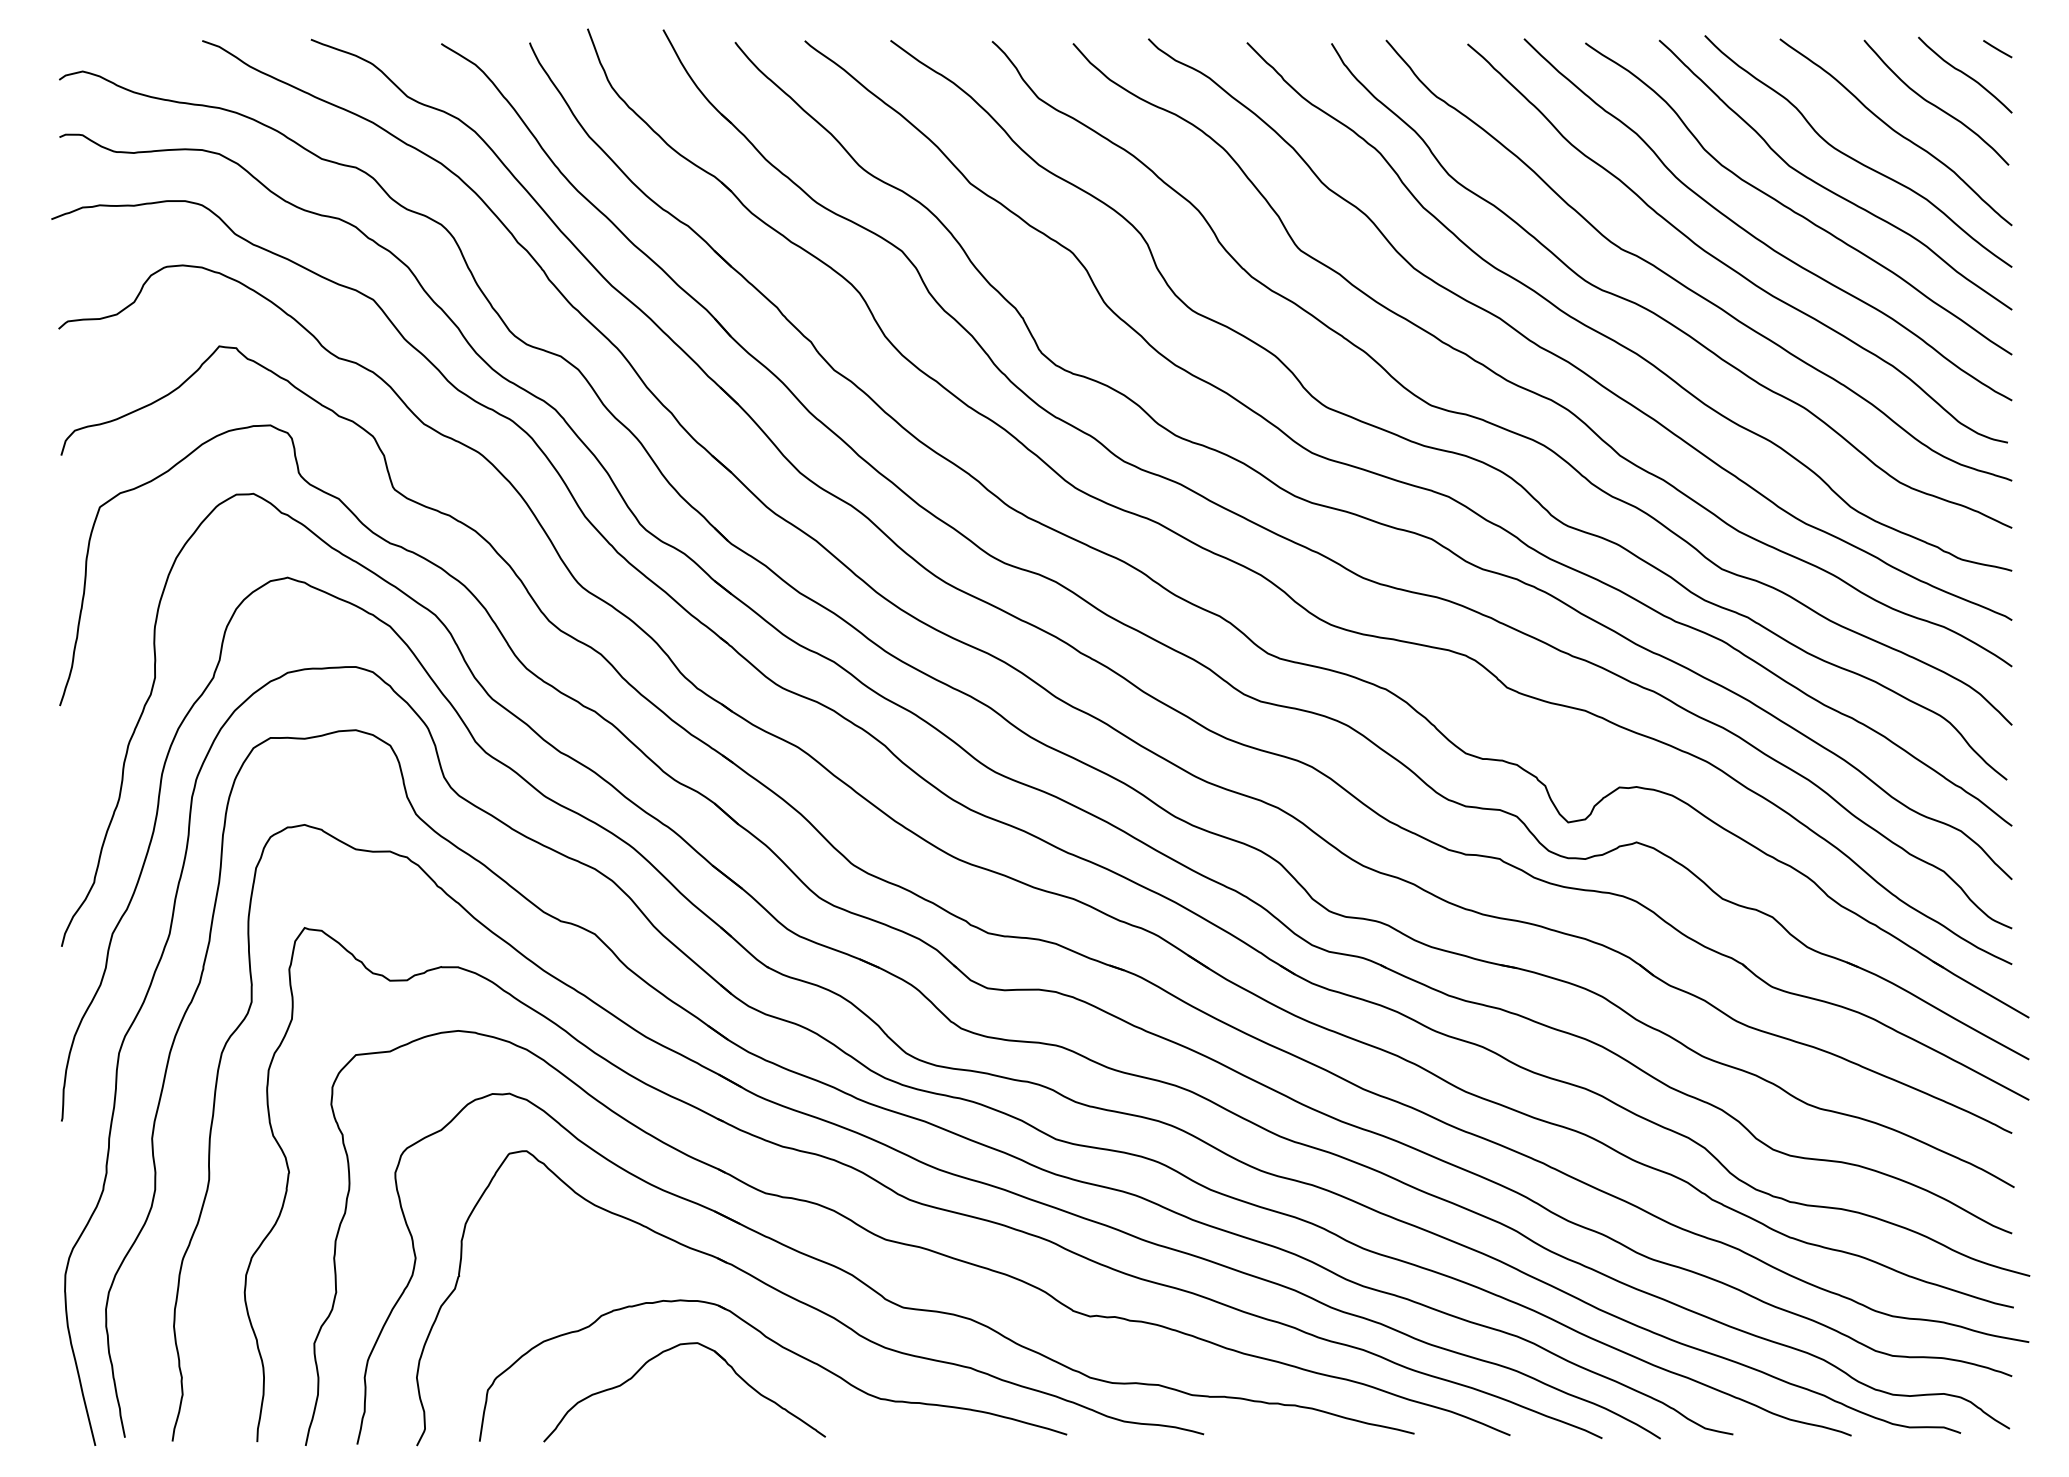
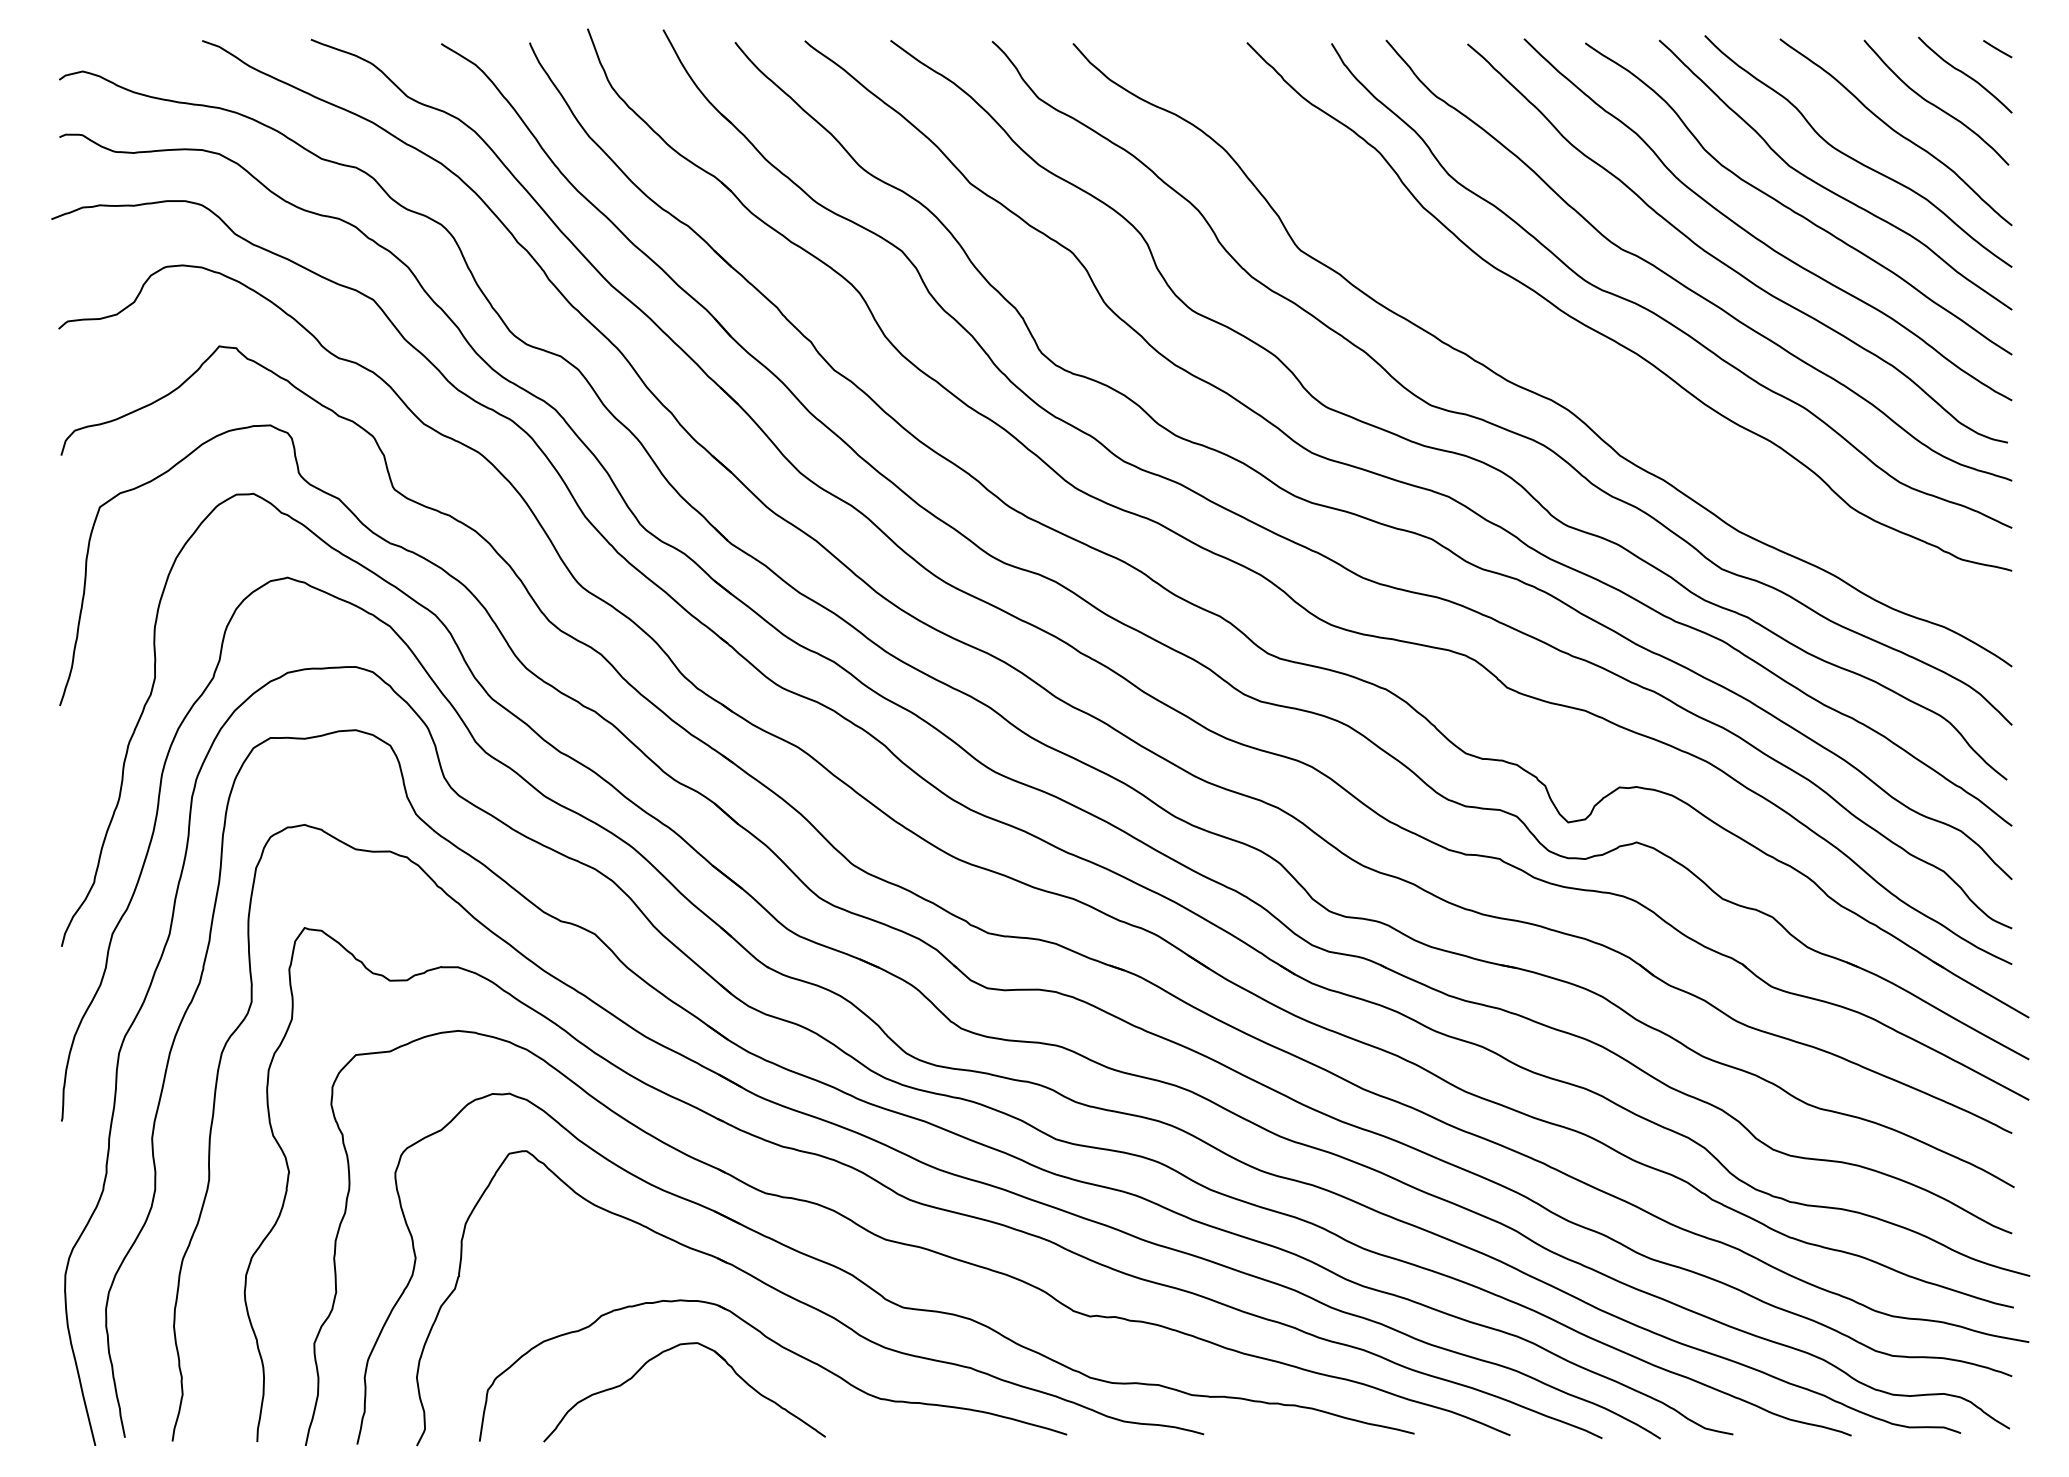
curve at (1562, 357): present -> none
